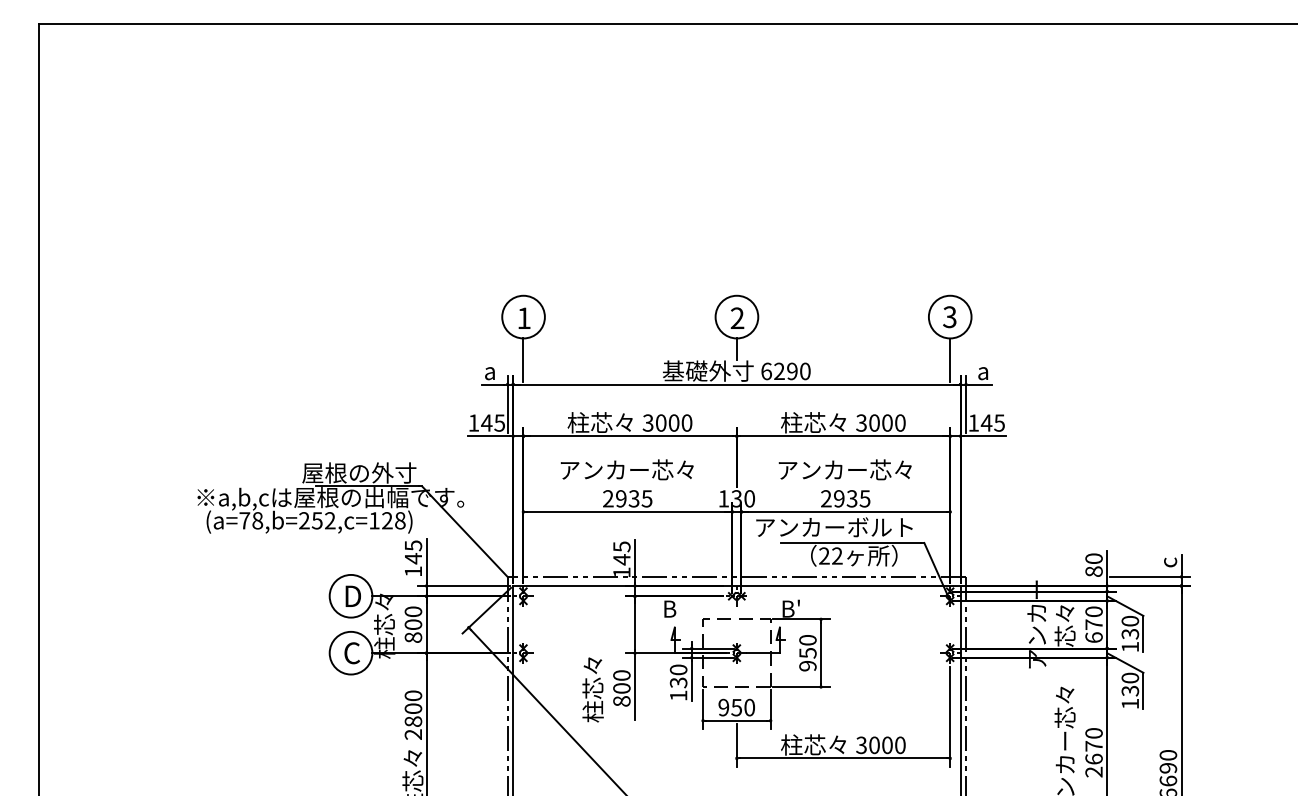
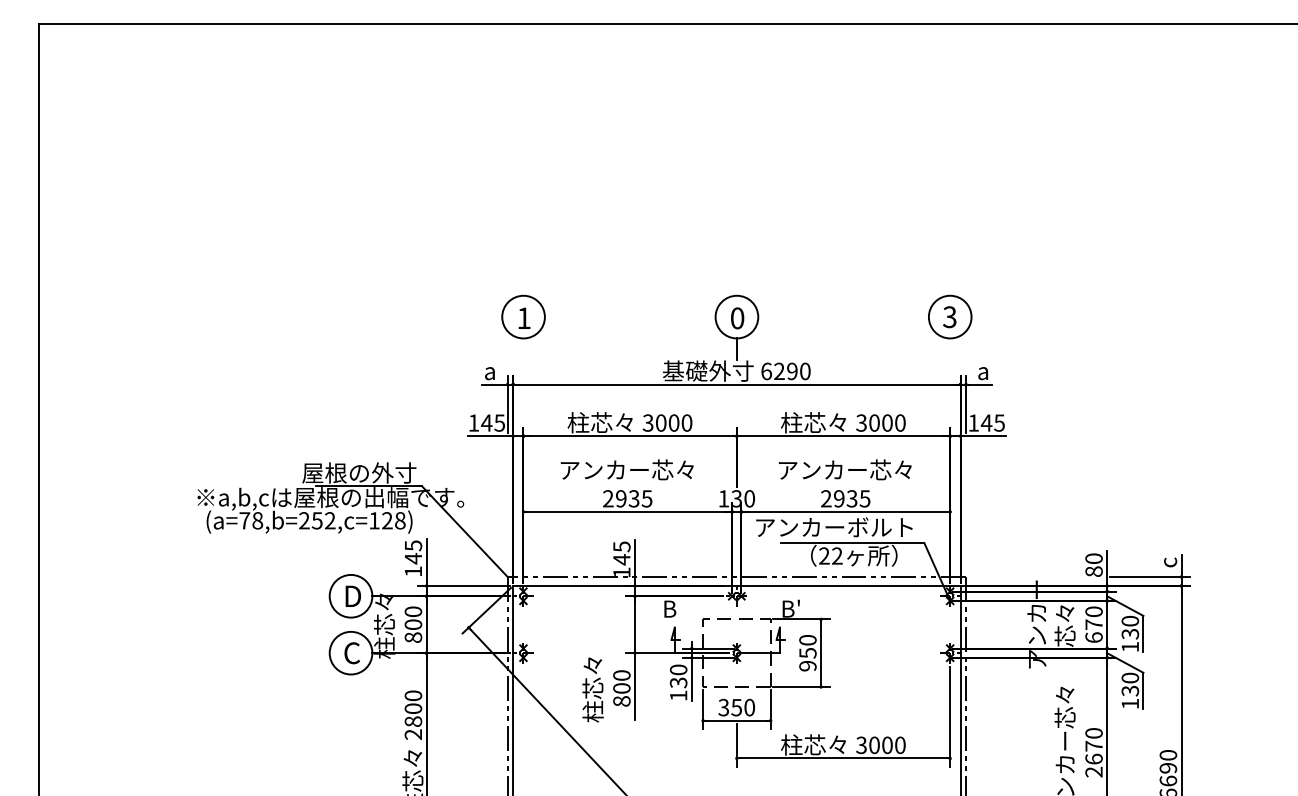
text at (737, 318): 2 -> 0
line at (523, 360): present -> none
line at (950, 360): present -> none
text at (723, 707): 950 -> 350
